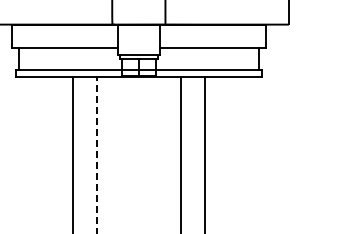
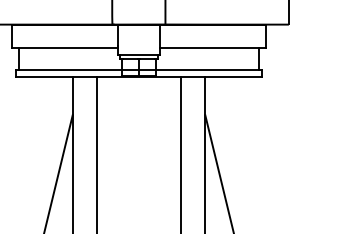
line at (96, 154): dashed -> solid
line at (58, 172): none -> present
line at (219, 172): none -> present
